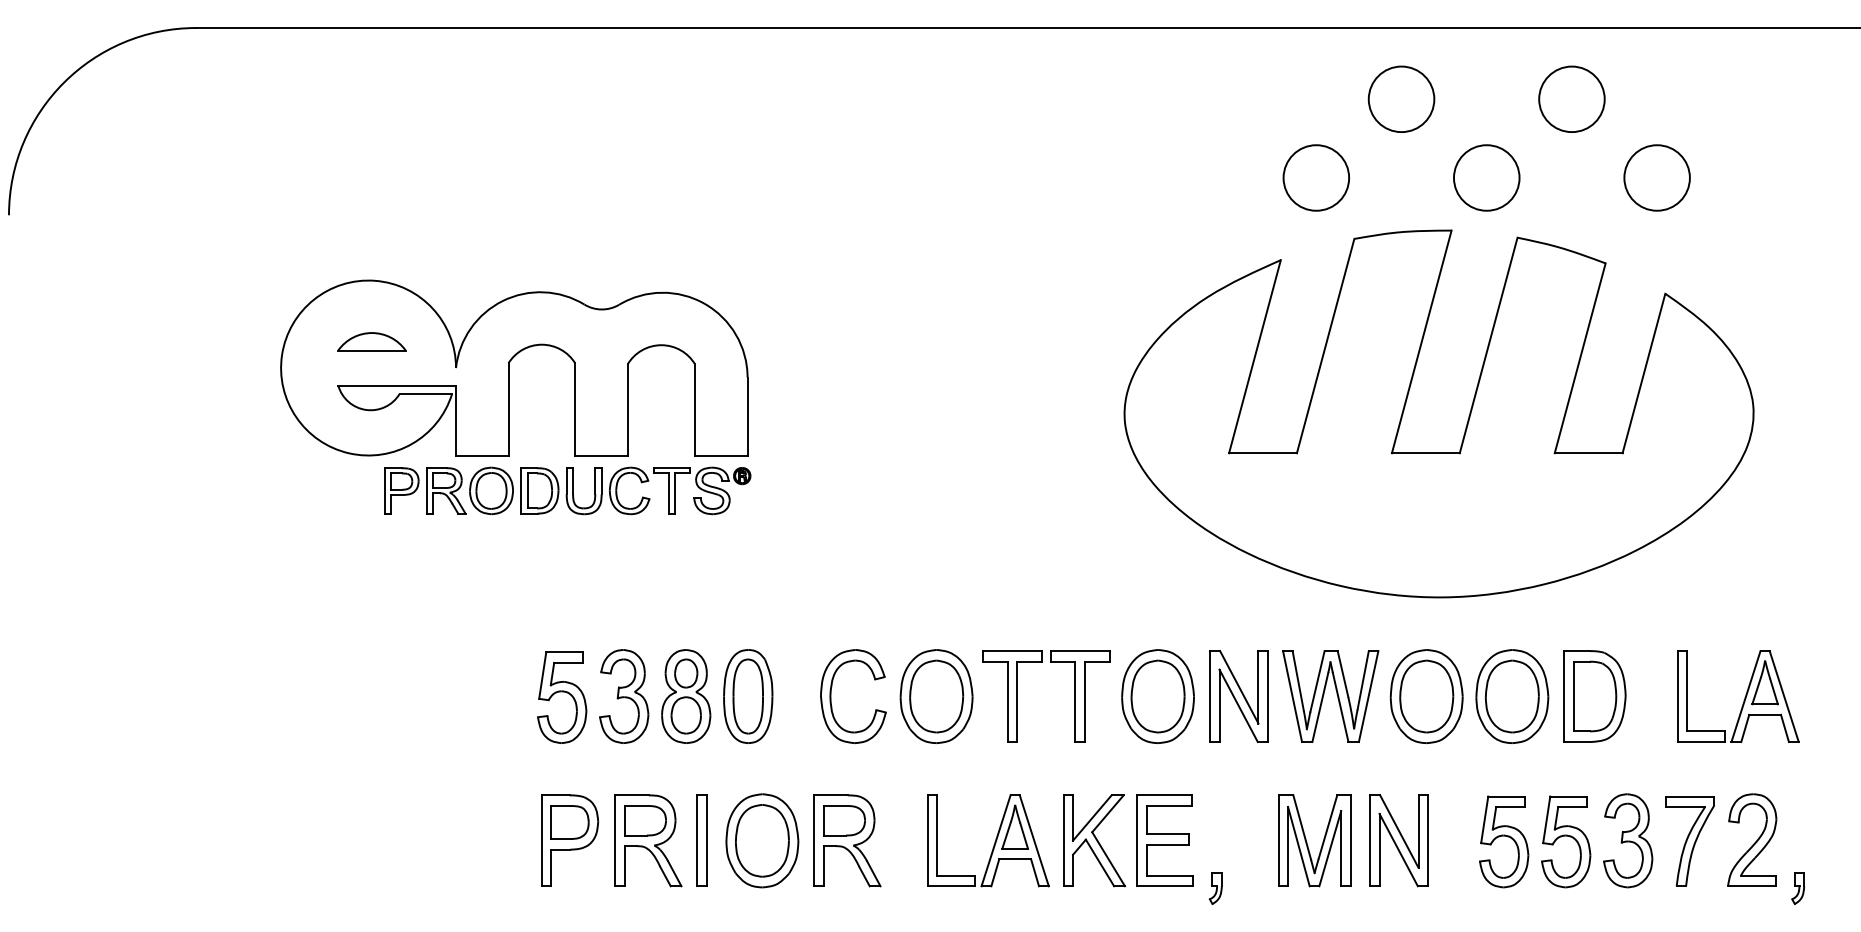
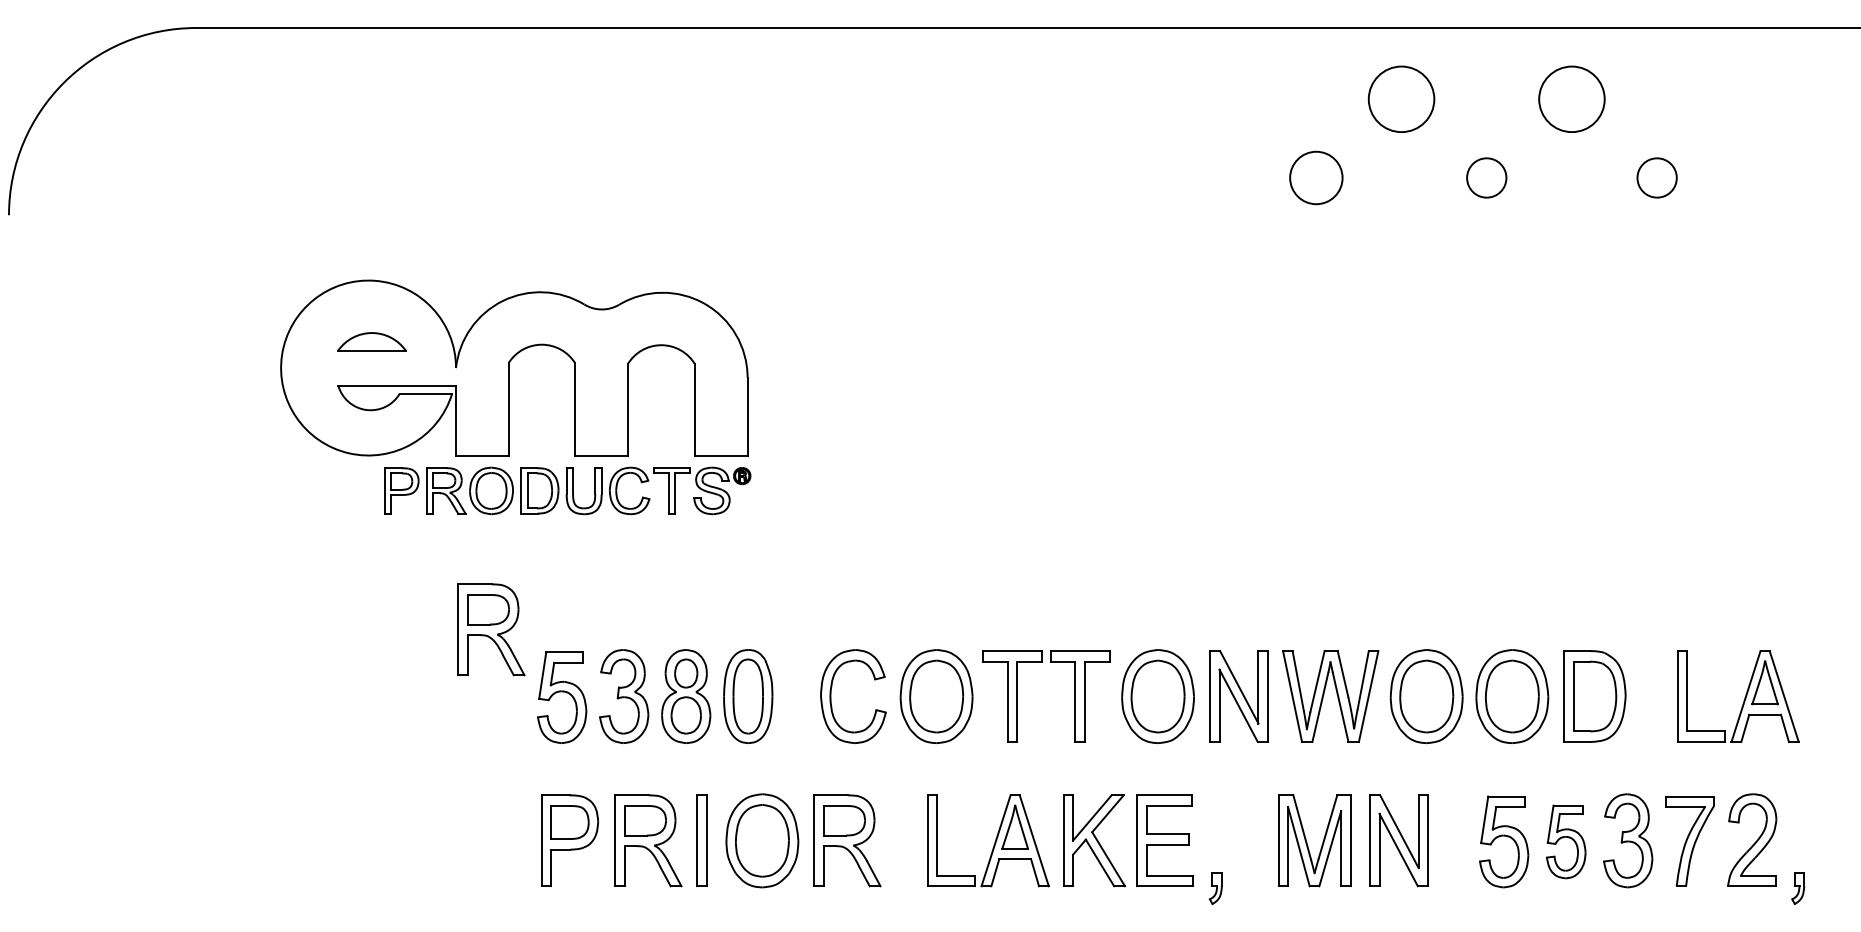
circle at (1316, 177) diameter: 66 px -> 52 px
circle at (1486, 177) diameter: 66 px -> 39 px
circle at (1656, 177) diameter: 66 px -> 39 px
part at (1467, 419): present -> none
part at (491, 629): none -> present
part at (1566, 841) size: 51x94 px -> 41x76 px
